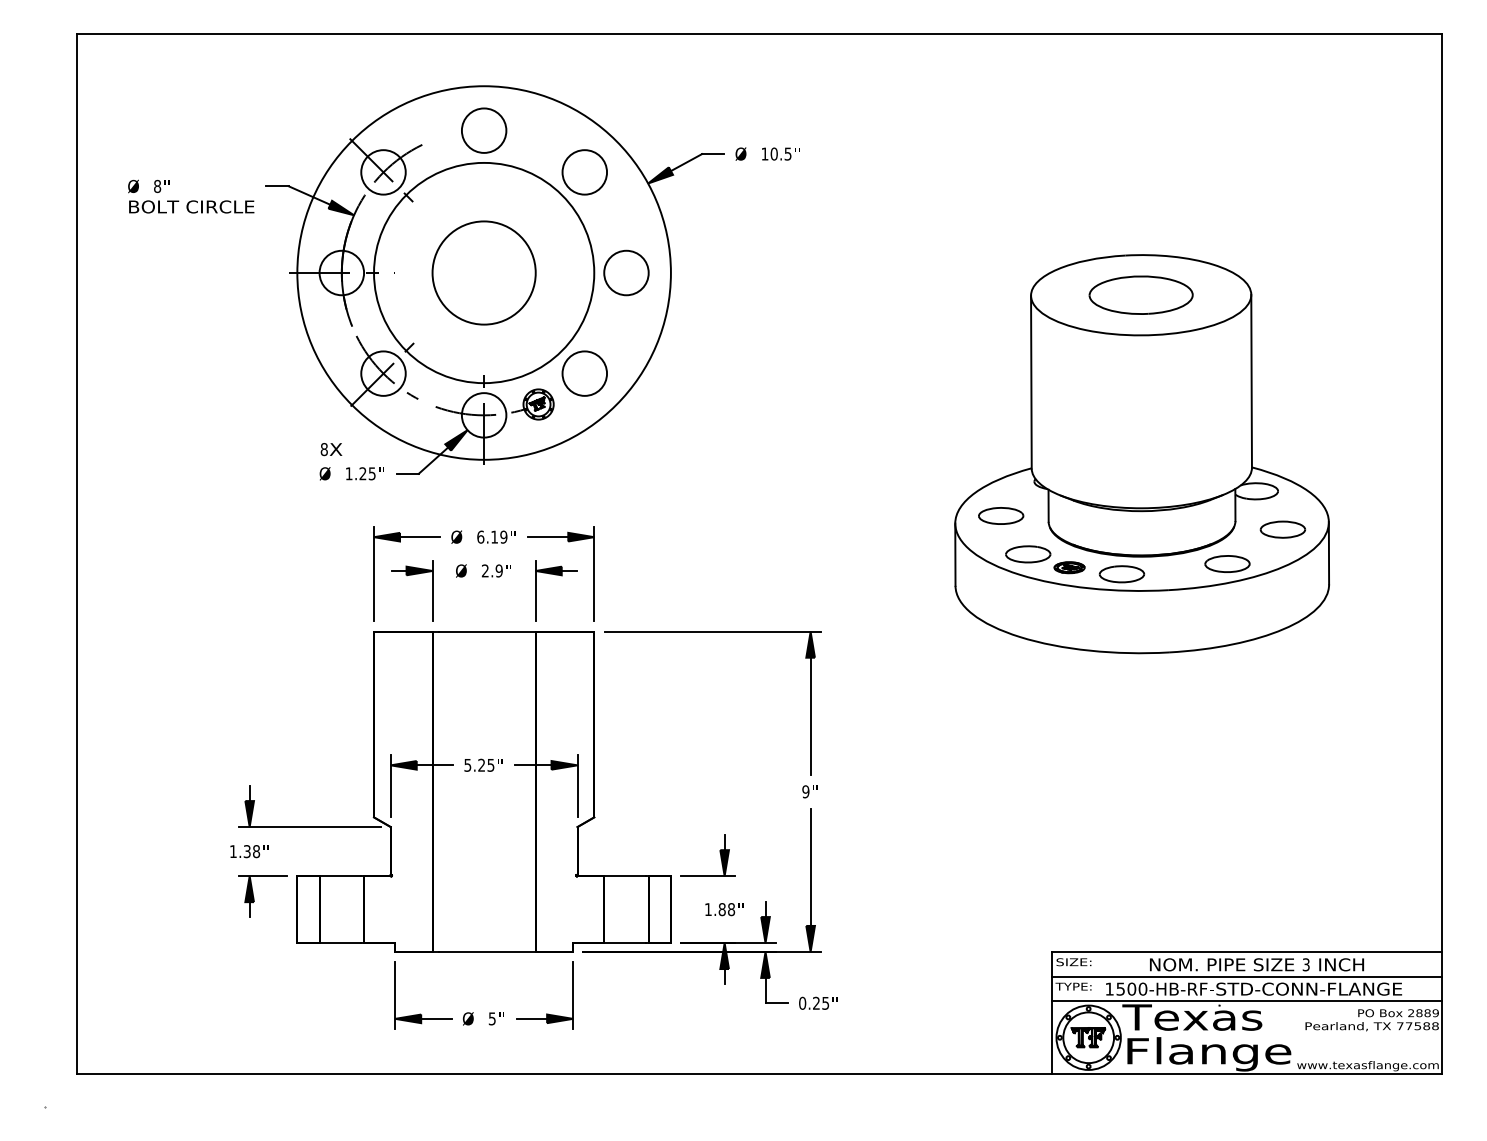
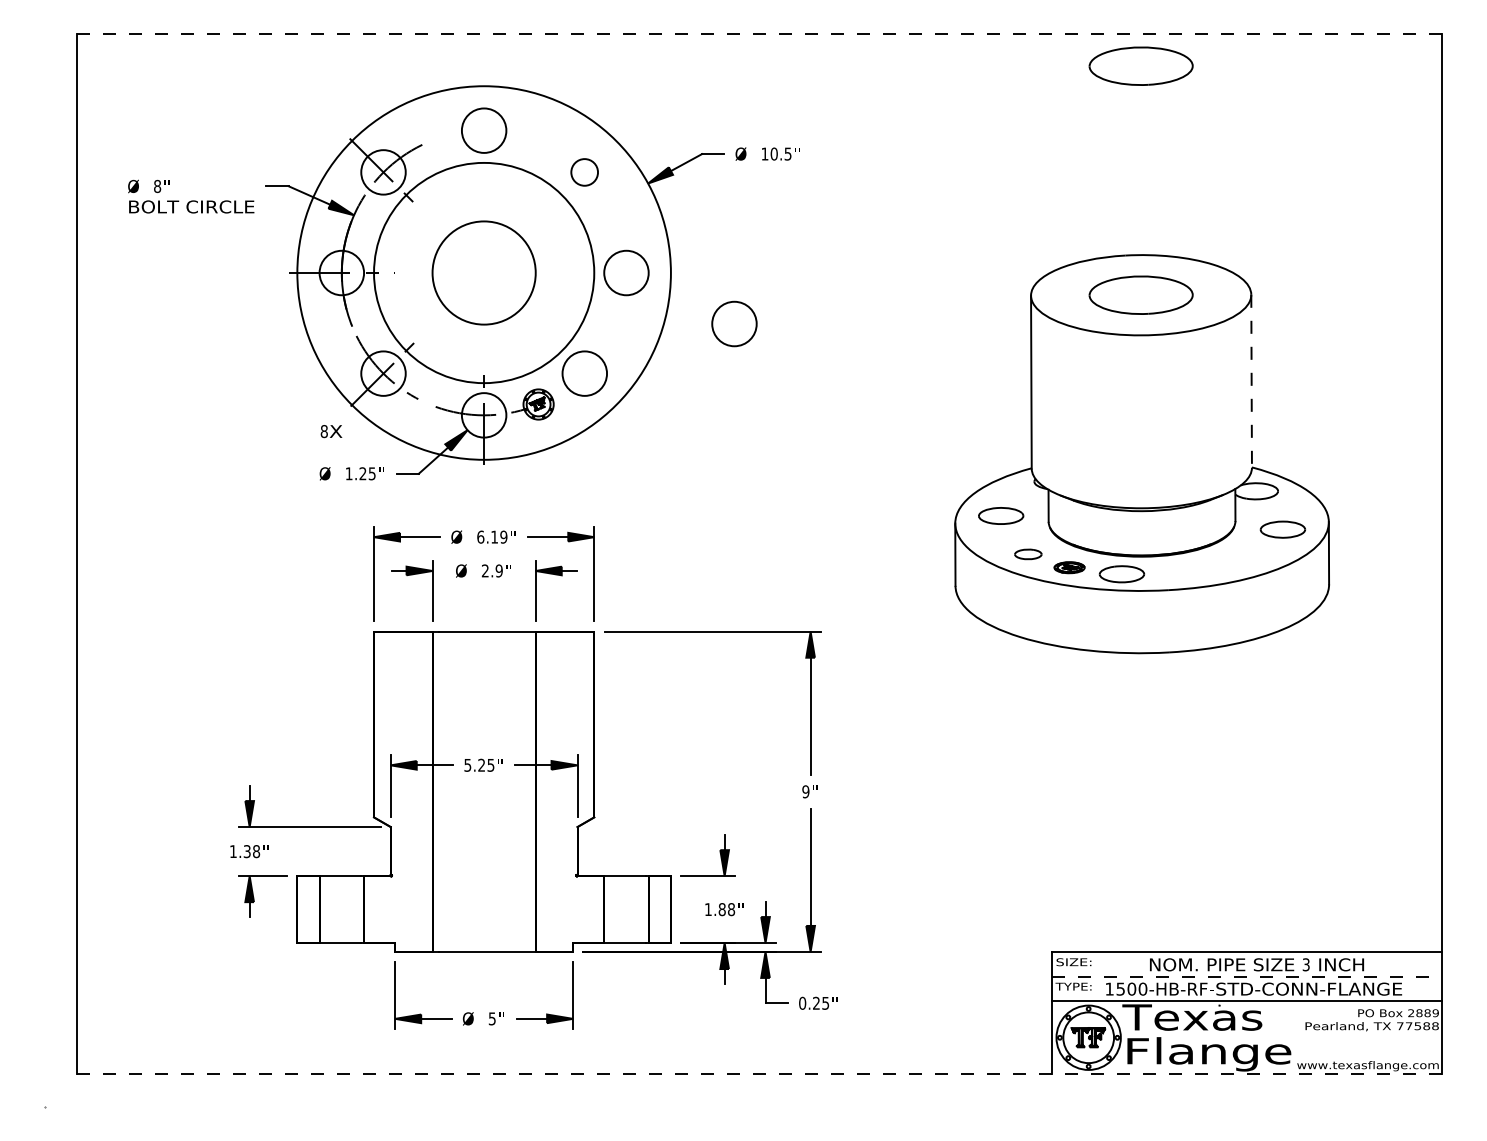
line at (759, 34): solid -> dashed
part at (1140, 65): none -> present
circle at (584, 172) size: 47x47 px -> 29x29 px
circle at (734, 323): none -> present
line at (1251, 381): solid -> dashed
text at (331, 449) position: (331, 449) -> (331, 431)
part at (1028, 554) size: 47x19 px -> 29x13 px
part at (1227, 563): present -> none
line at (1247, 976): solid -> dashed
line at (759, 1074): solid -> dashed
